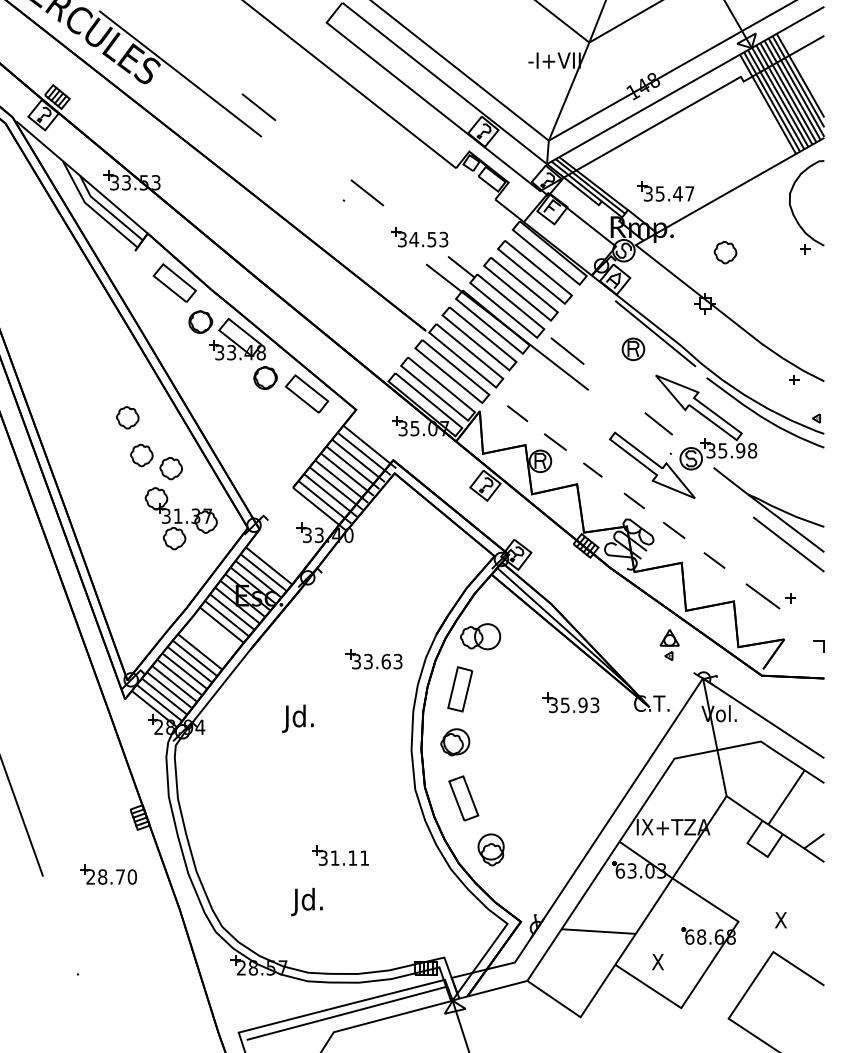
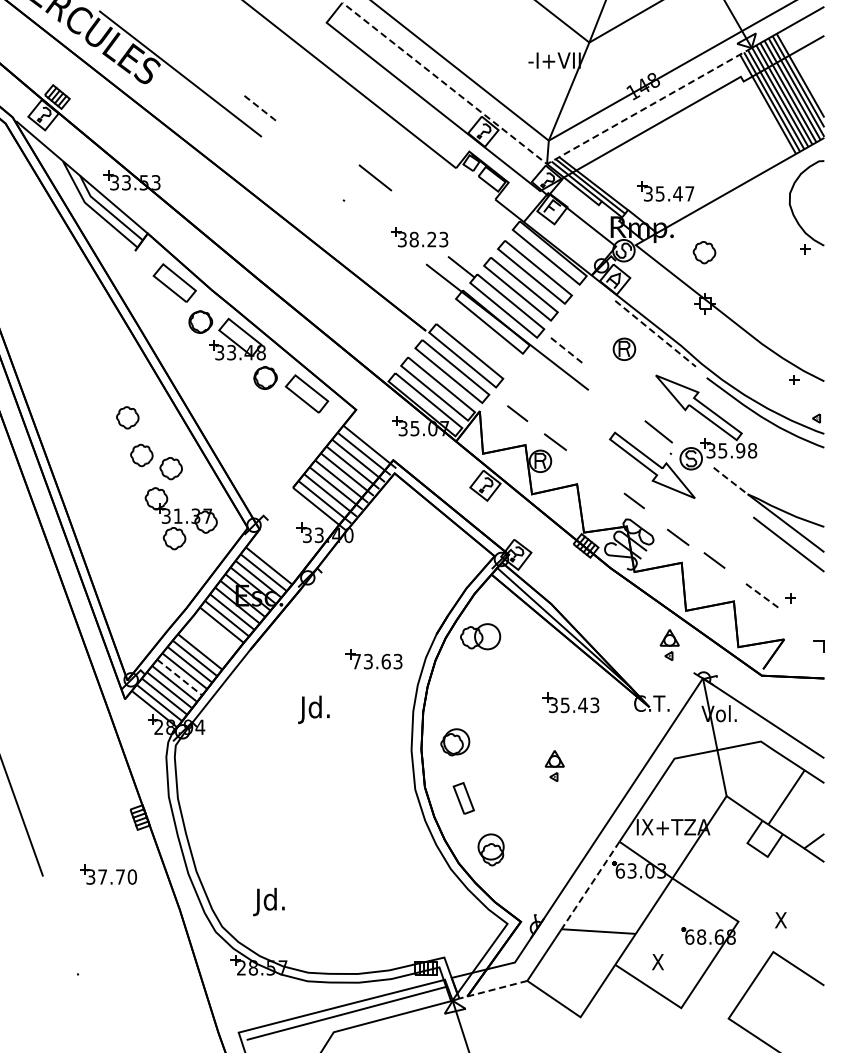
line at (259, 107): solid -> dashed
line at (537, 156): solid -> dashed
line at (367, 192) position: (367, 192) -> (375, 177)
text at (422, 239): 34.53 -> 38.23
part at (725, 252) position: (725, 252) -> (704, 252)
line at (655, 334): solid -> dashed
part at (479, 338): present -> none
part at (633, 348) position: (633, 348) -> (624, 348)
line at (567, 351): solid -> dashed
line at (658, 423) position: (658, 423) -> (658, 431)
line at (592, 469): present -> none
line at (730, 481): solid -> dashed
line at (674, 529) position: (674, 529) -> (678, 536)
line at (763, 596): solid -> dashed
text at (356, 661): 33.63 -> 73.63
line at (179, 677): solid -> dashed
part at (460, 689): present -> none
text at (582, 705): 35.93 -> 35.43
text at (297, 718) position: (297, 718) -> (313, 709)
part at (554, 765): none -> present
part at (463, 798) size: 32x47 px -> 23x33 px
part at (340, 855): present -> none
text at (96, 876): 28.70 -> 37.70
line at (590, 885): solid -> dashed
text at (306, 901) position: (306, 901) -> (268, 901)
line at (492, 989): solid -> dashed
